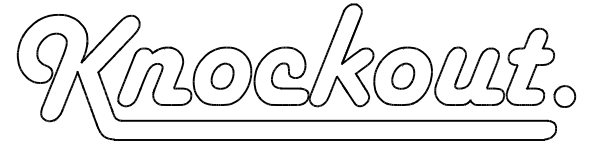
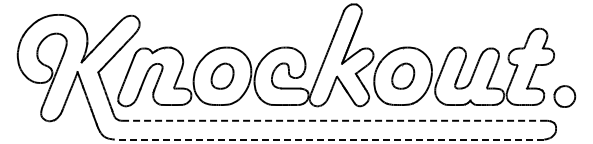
line at (334, 120): solid -> dashed
line at (329, 139): solid -> dashed
